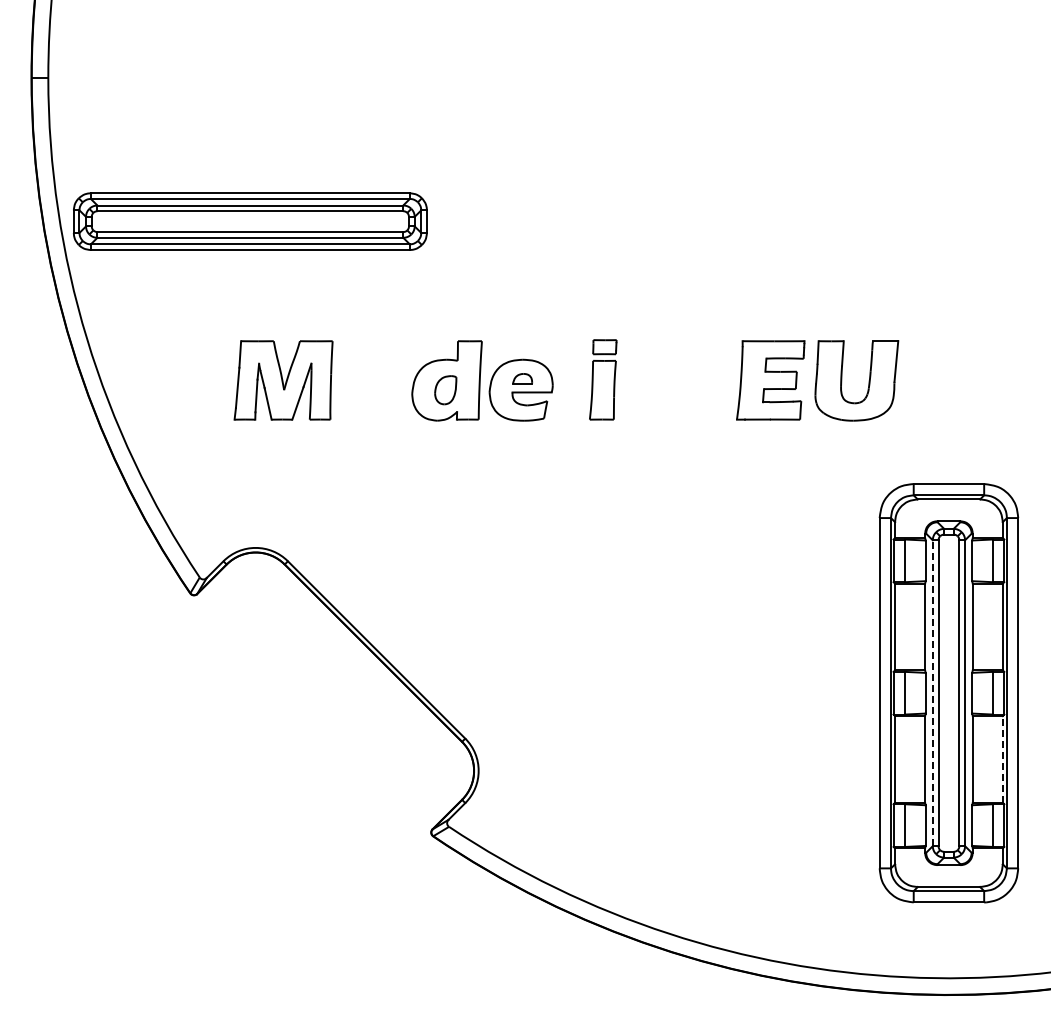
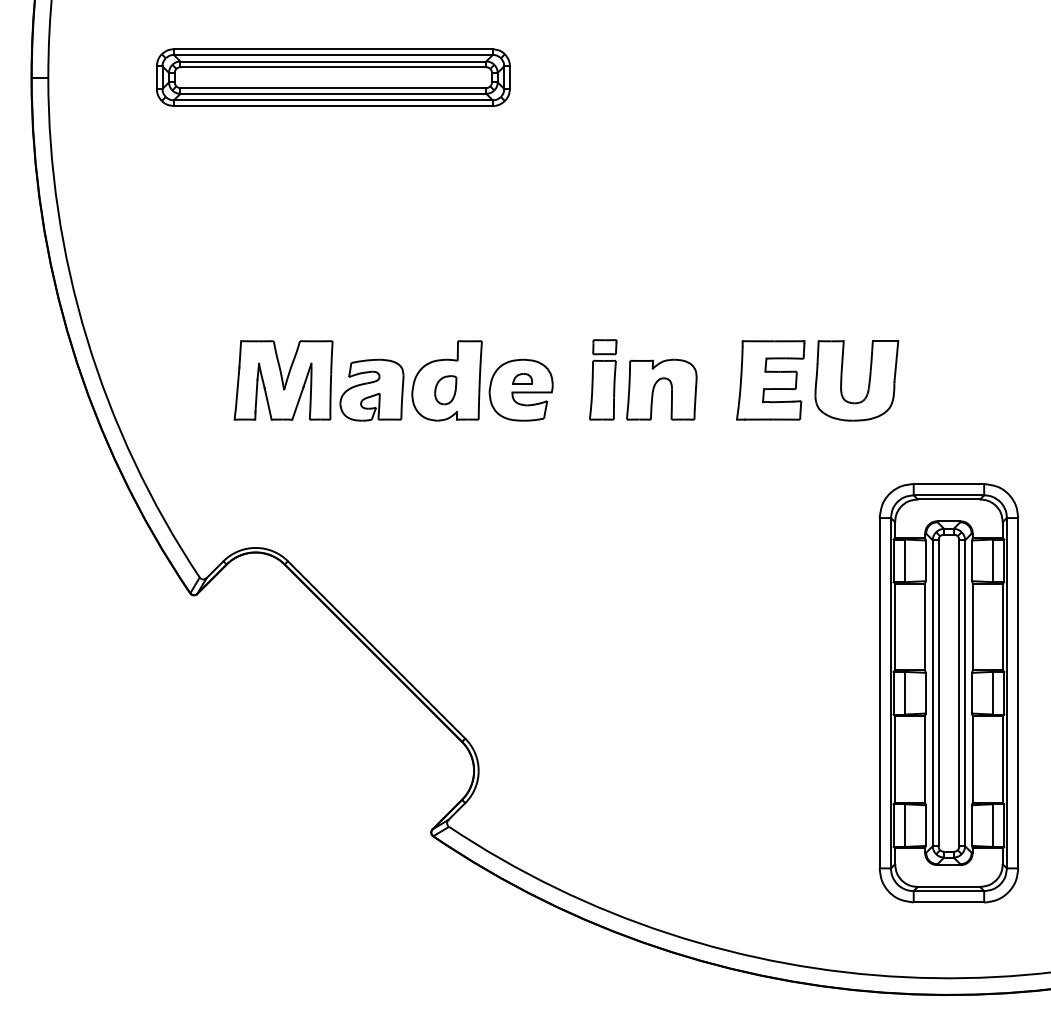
part at (250, 221) position: (250, 221) -> (333, 77)
part at (655, 386): none -> present
part at (371, 389): none -> present
line at (932, 693): dashed -> solid
line at (1002, 758): dashed -> solid
